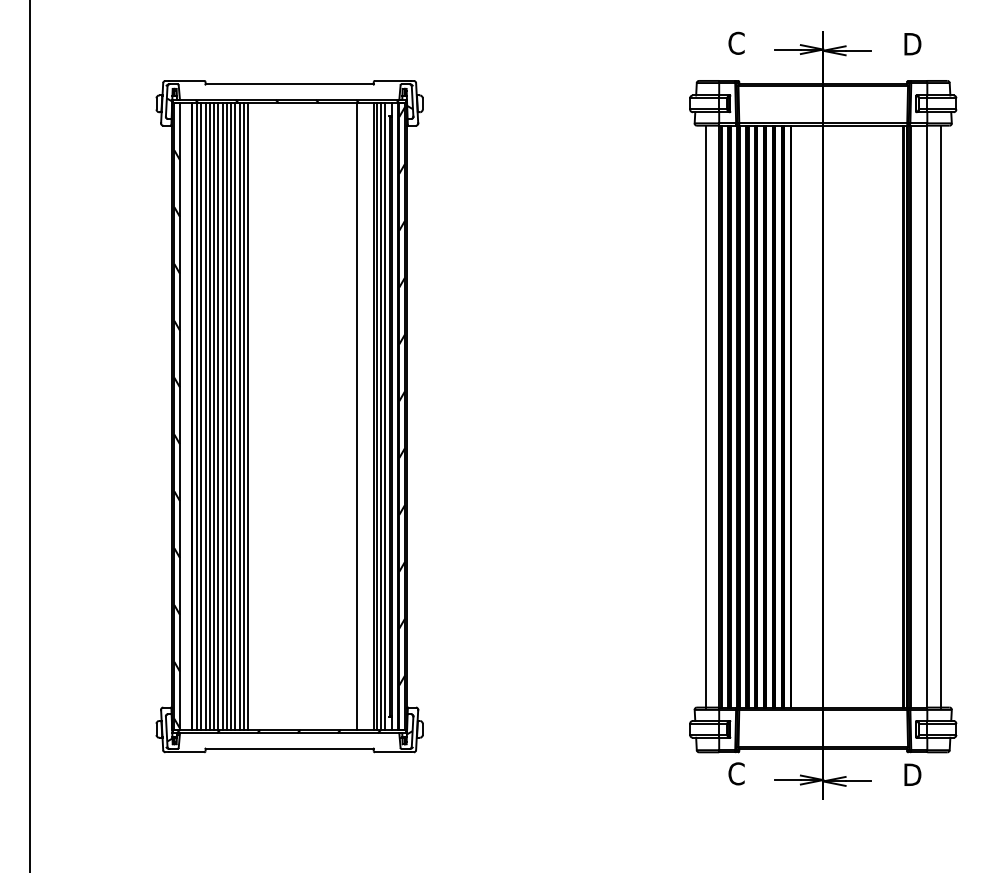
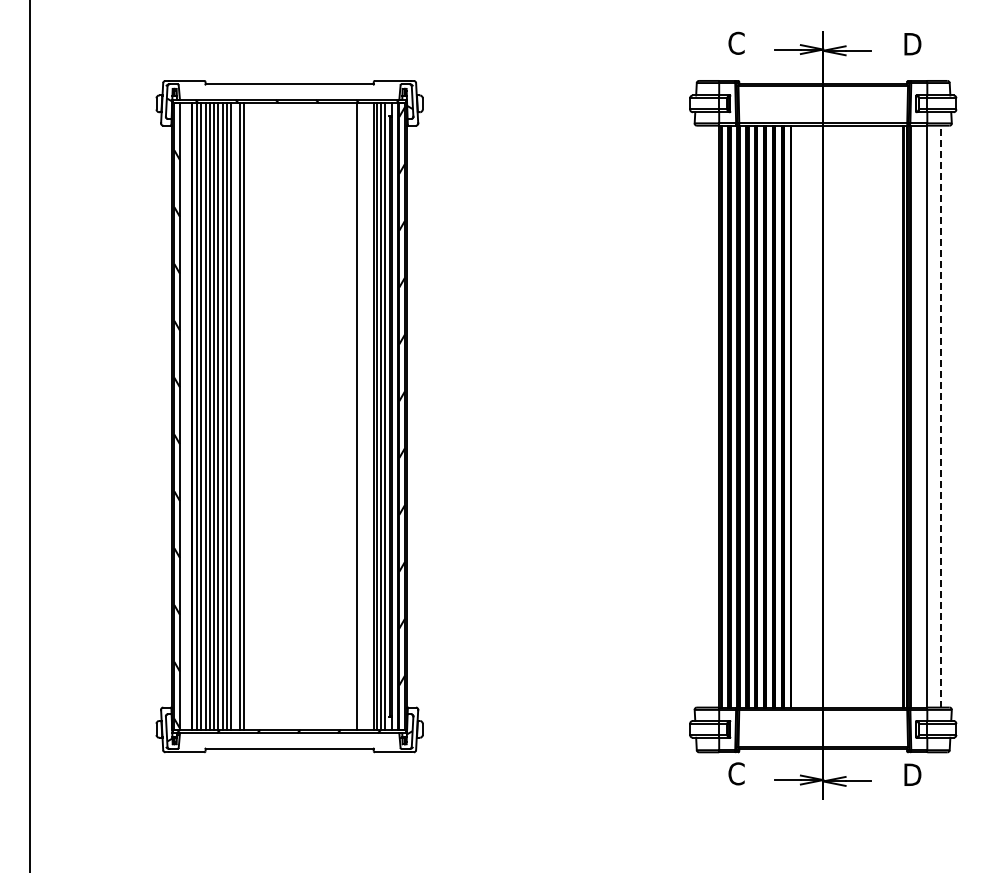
line at (235, 416): present -> none
line at (248, 416): present -> none
line at (705, 416): present -> none
line at (940, 416): solid -> dashed
